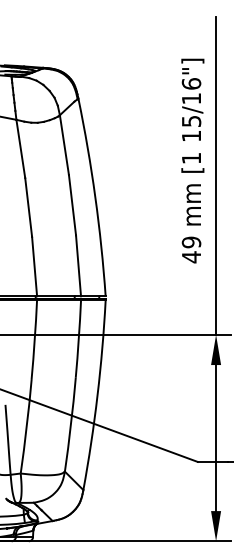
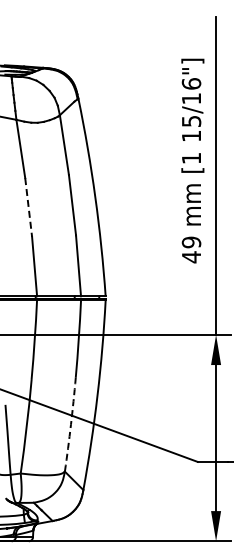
line at (28, 207): solid -> dashed
arc at (70, 424): solid -> dashed
